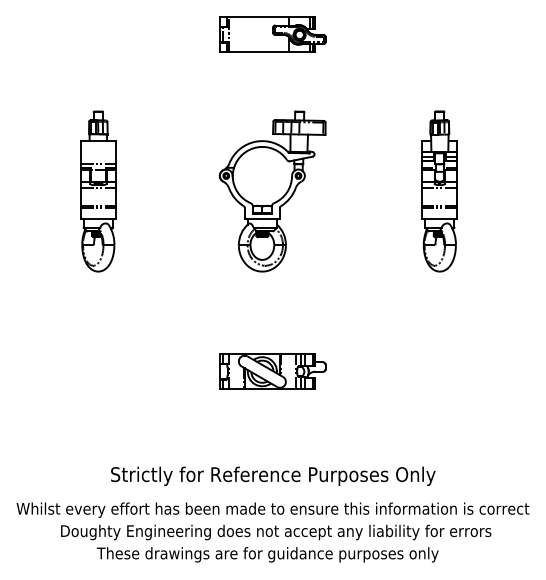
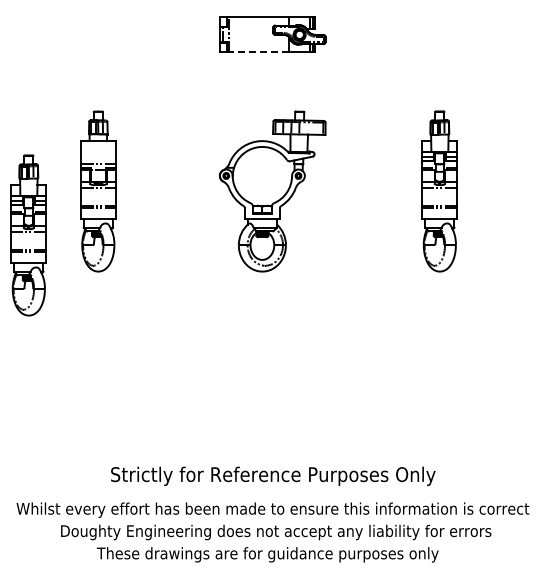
line at (259, 52): solid -> dashed
part at (28, 235): none -> present
part at (272, 371): present -> none
